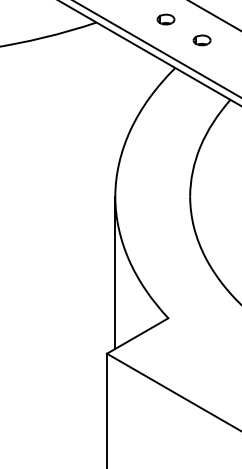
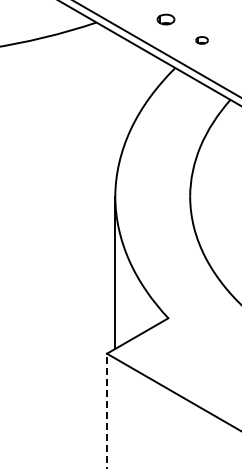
line at (214, 15): present -> none
part at (201, 40) size: 20x13 px -> 14x9 px
line at (107, 410): solid -> dashed
